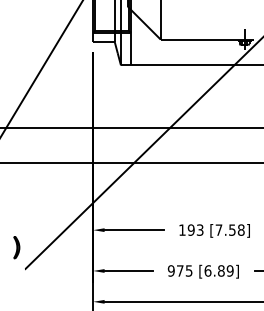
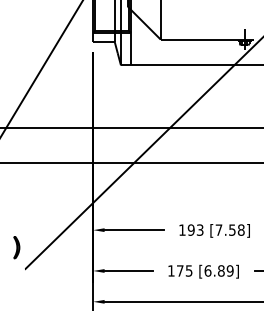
text at (170, 270): 975 -> 175
